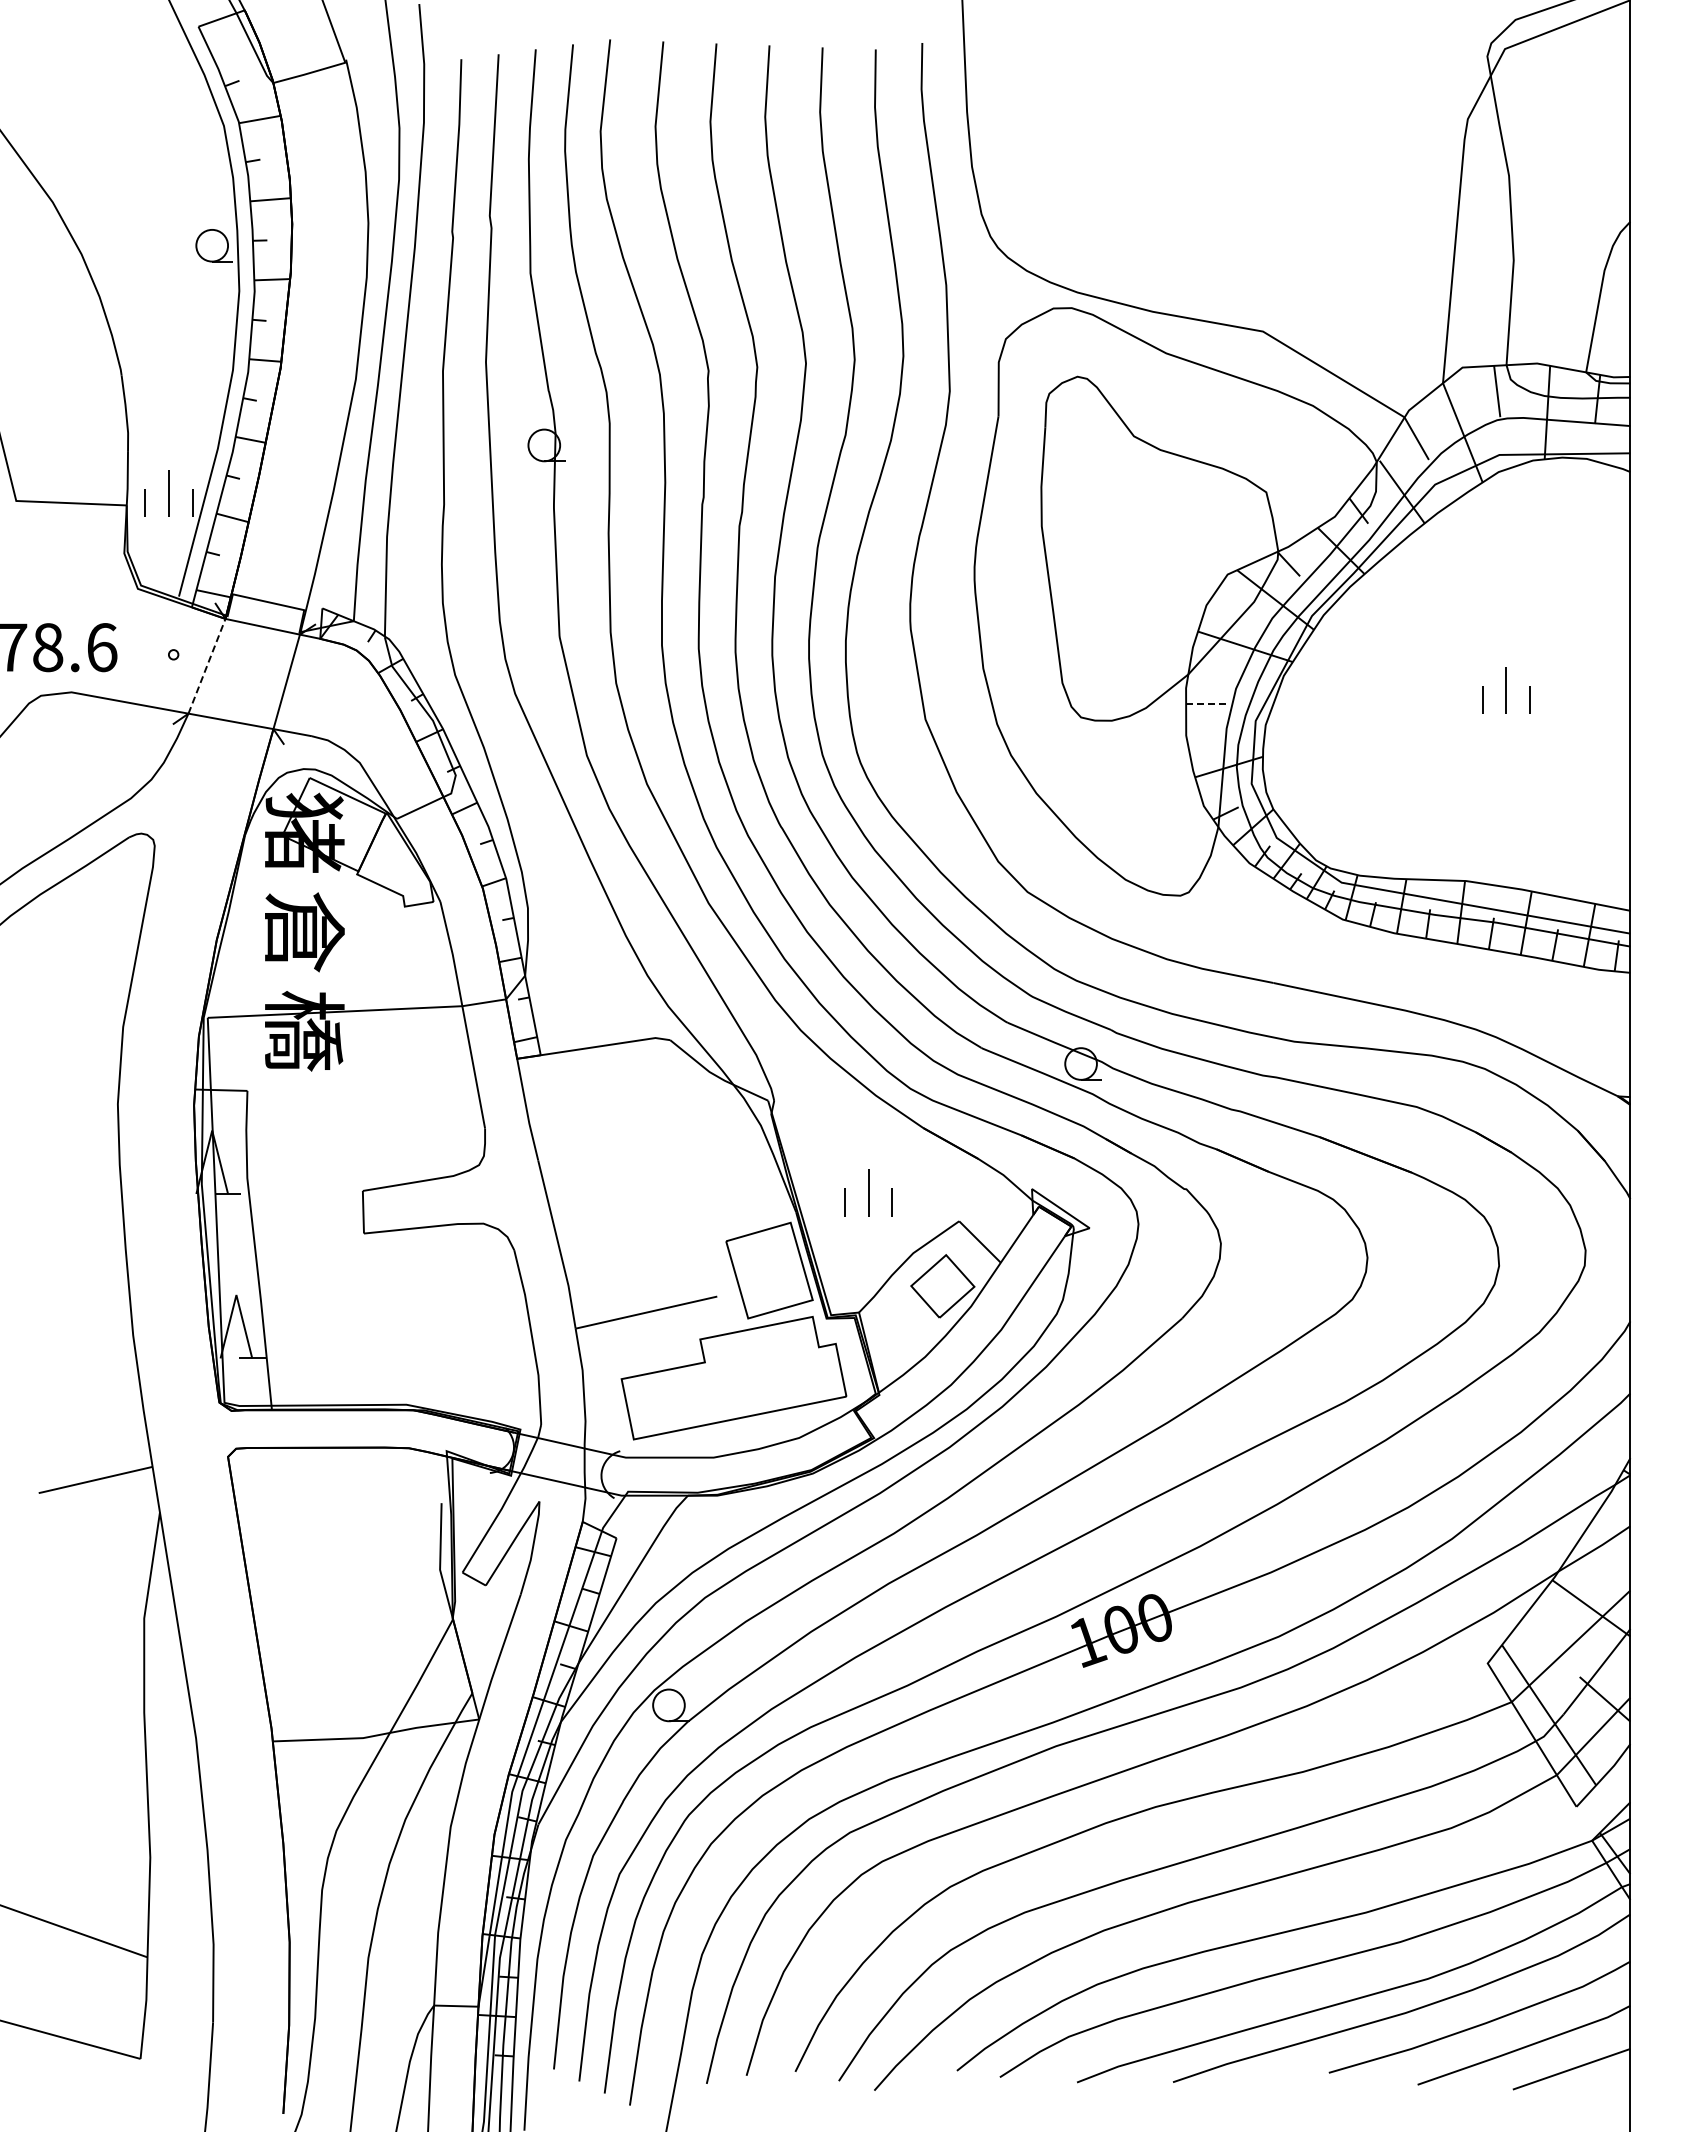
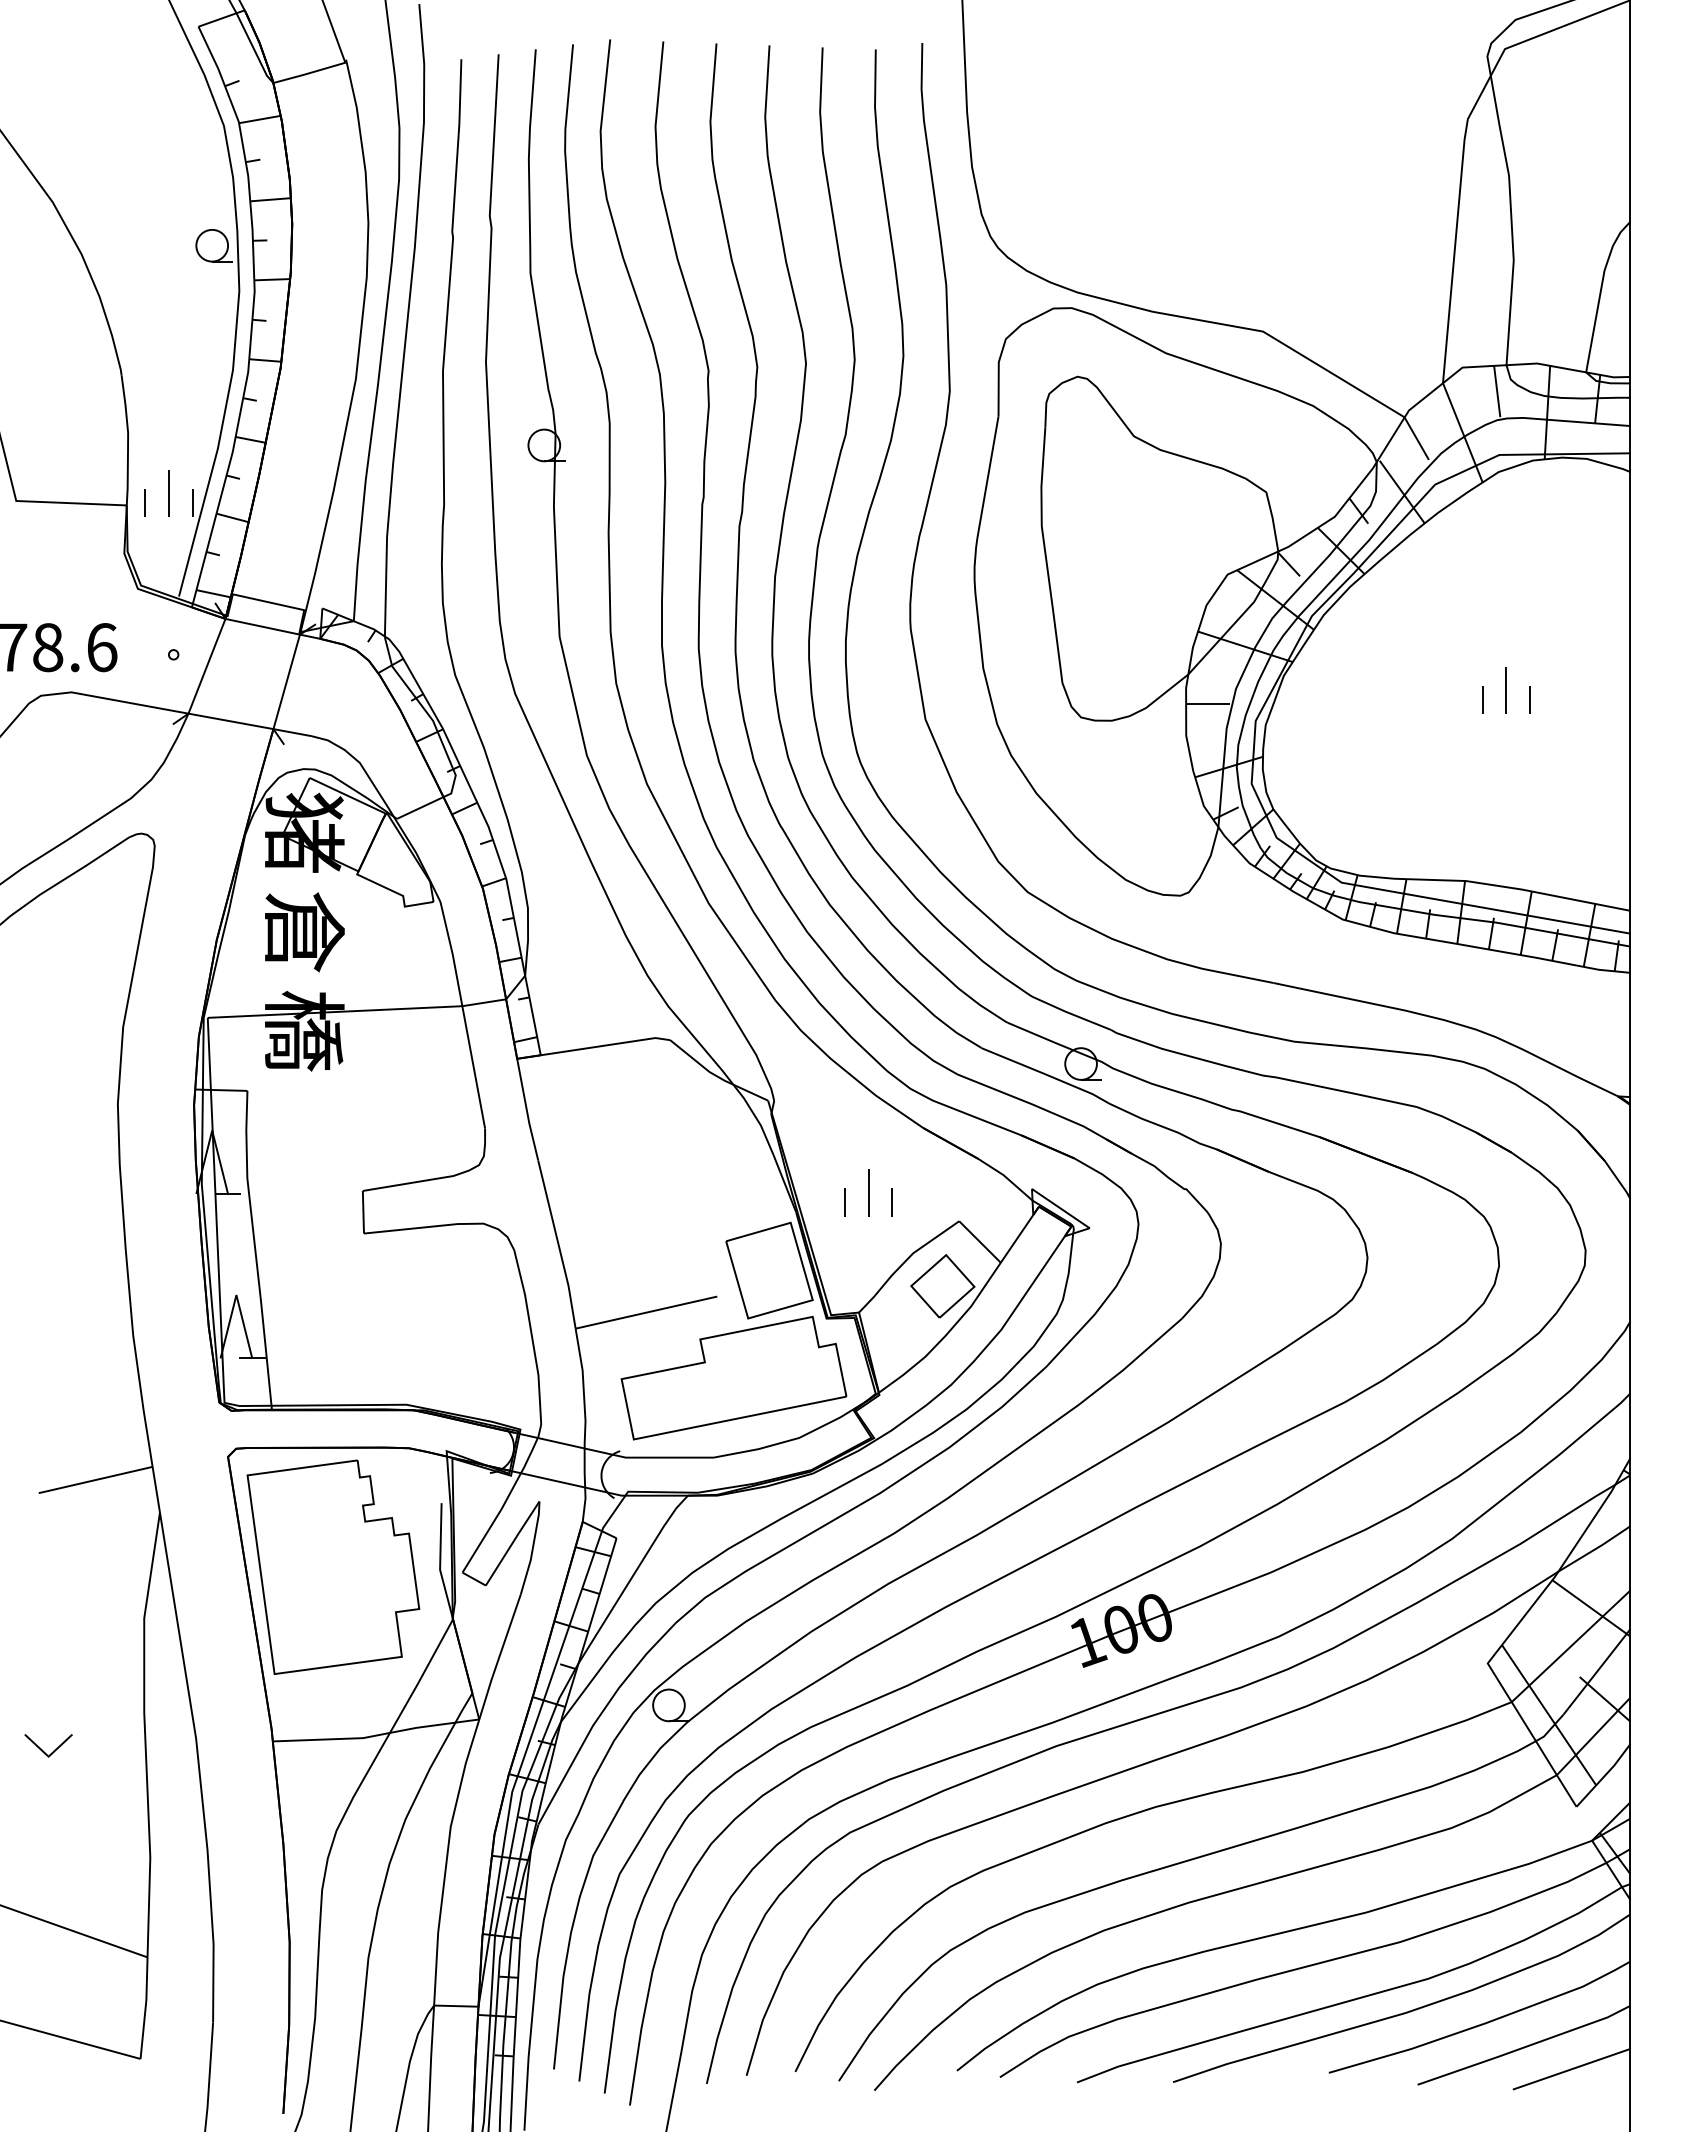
line at (207, 666): dashed -> solid
line at (1207, 704): dashed -> solid
part at (333, 1566): none -> present
part at (43, 1750): none -> present
